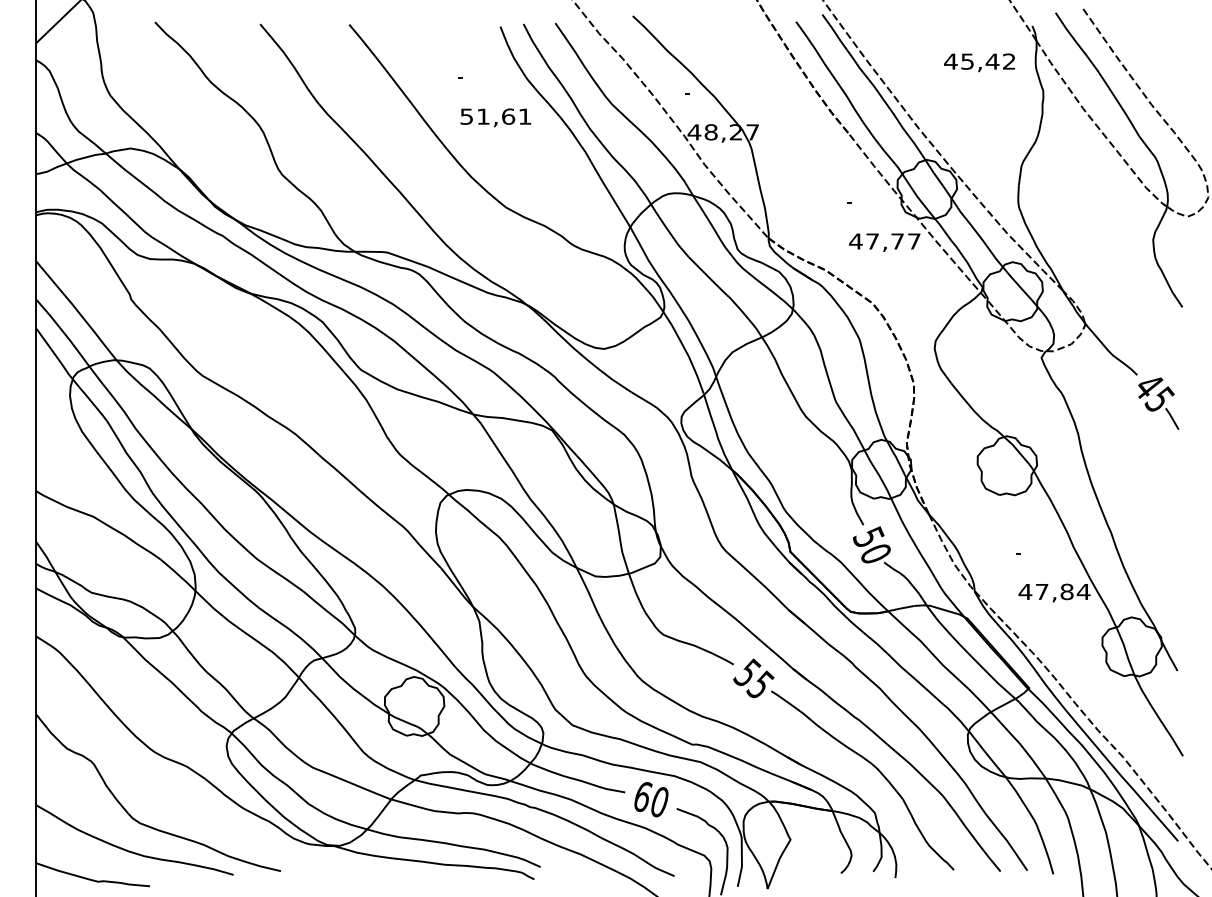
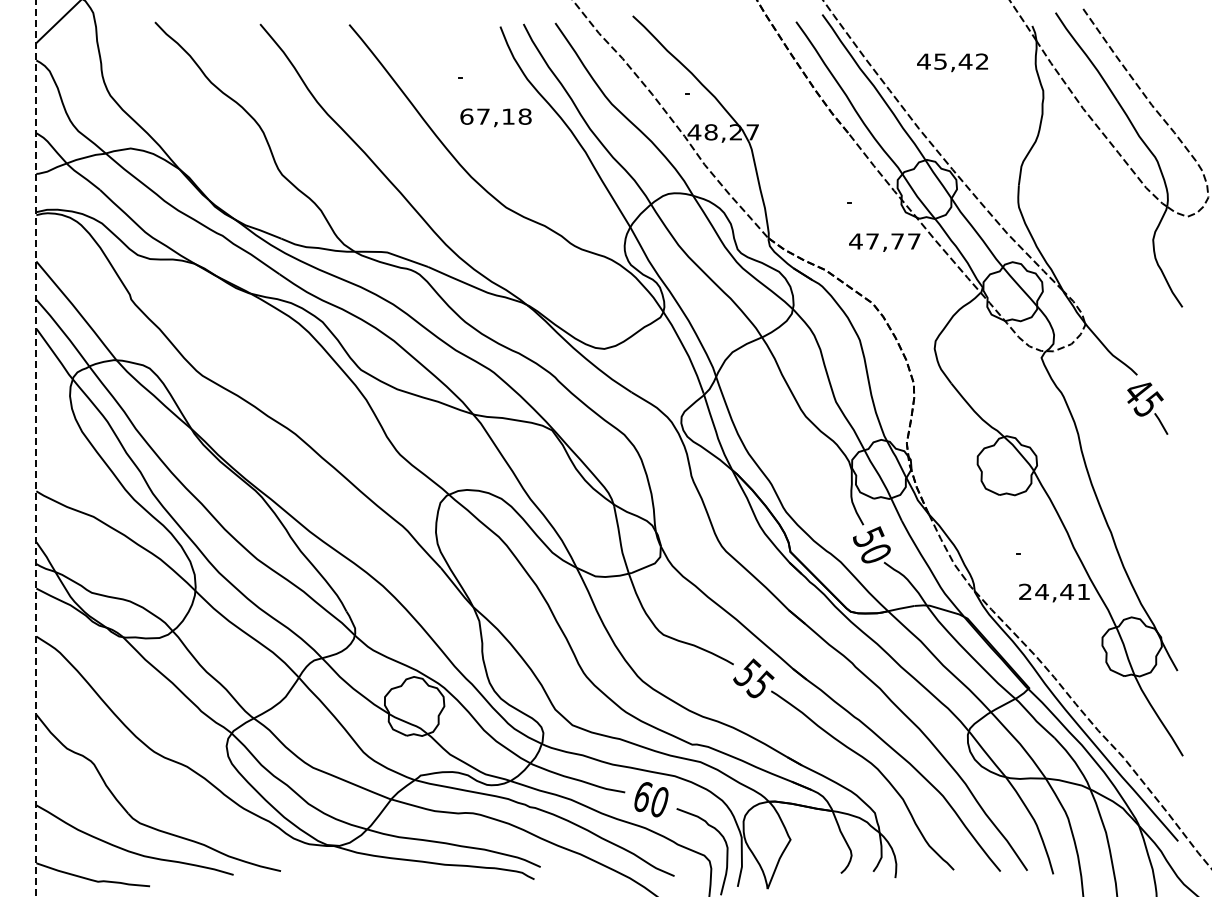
text at (979, 62) position: (979, 62) -> (952, 62)
text at (495, 116): 51,61 -> 67,18
part at (1158, 403) position: (1158, 403) -> (1147, 408)
line at (36, 447): solid -> dashed
text at (1054, 591): 47,84 -> 24,41
